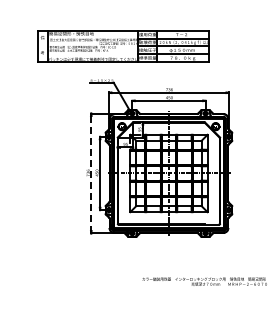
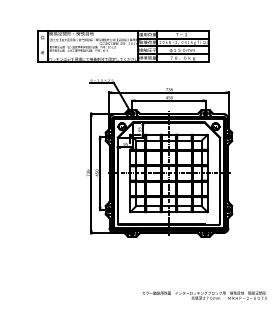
line at (91, 173): dashed -> solid
text at (204, 281) position: (204, 281) -> (204, 295)
